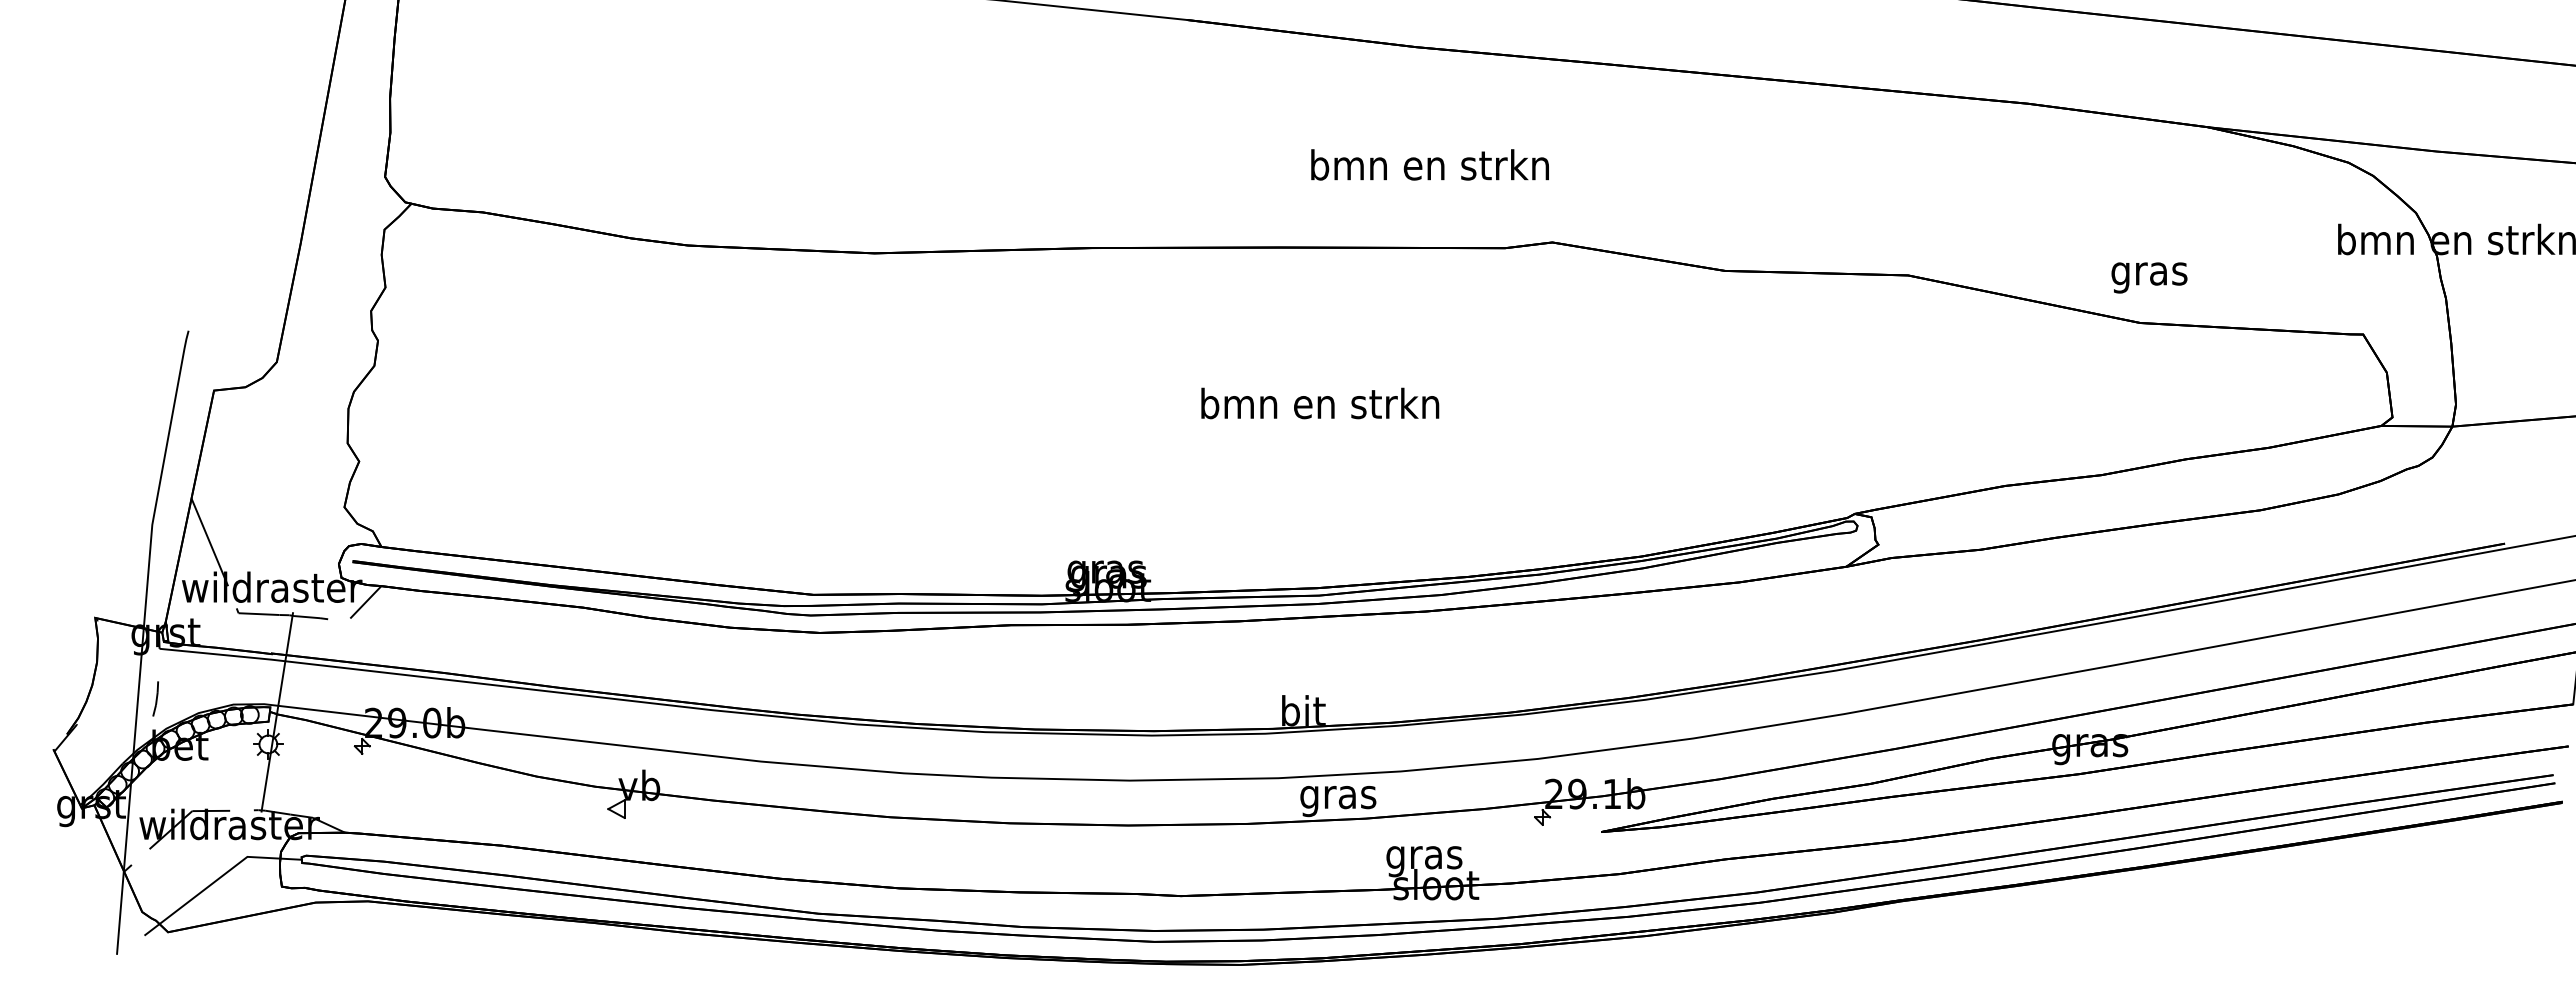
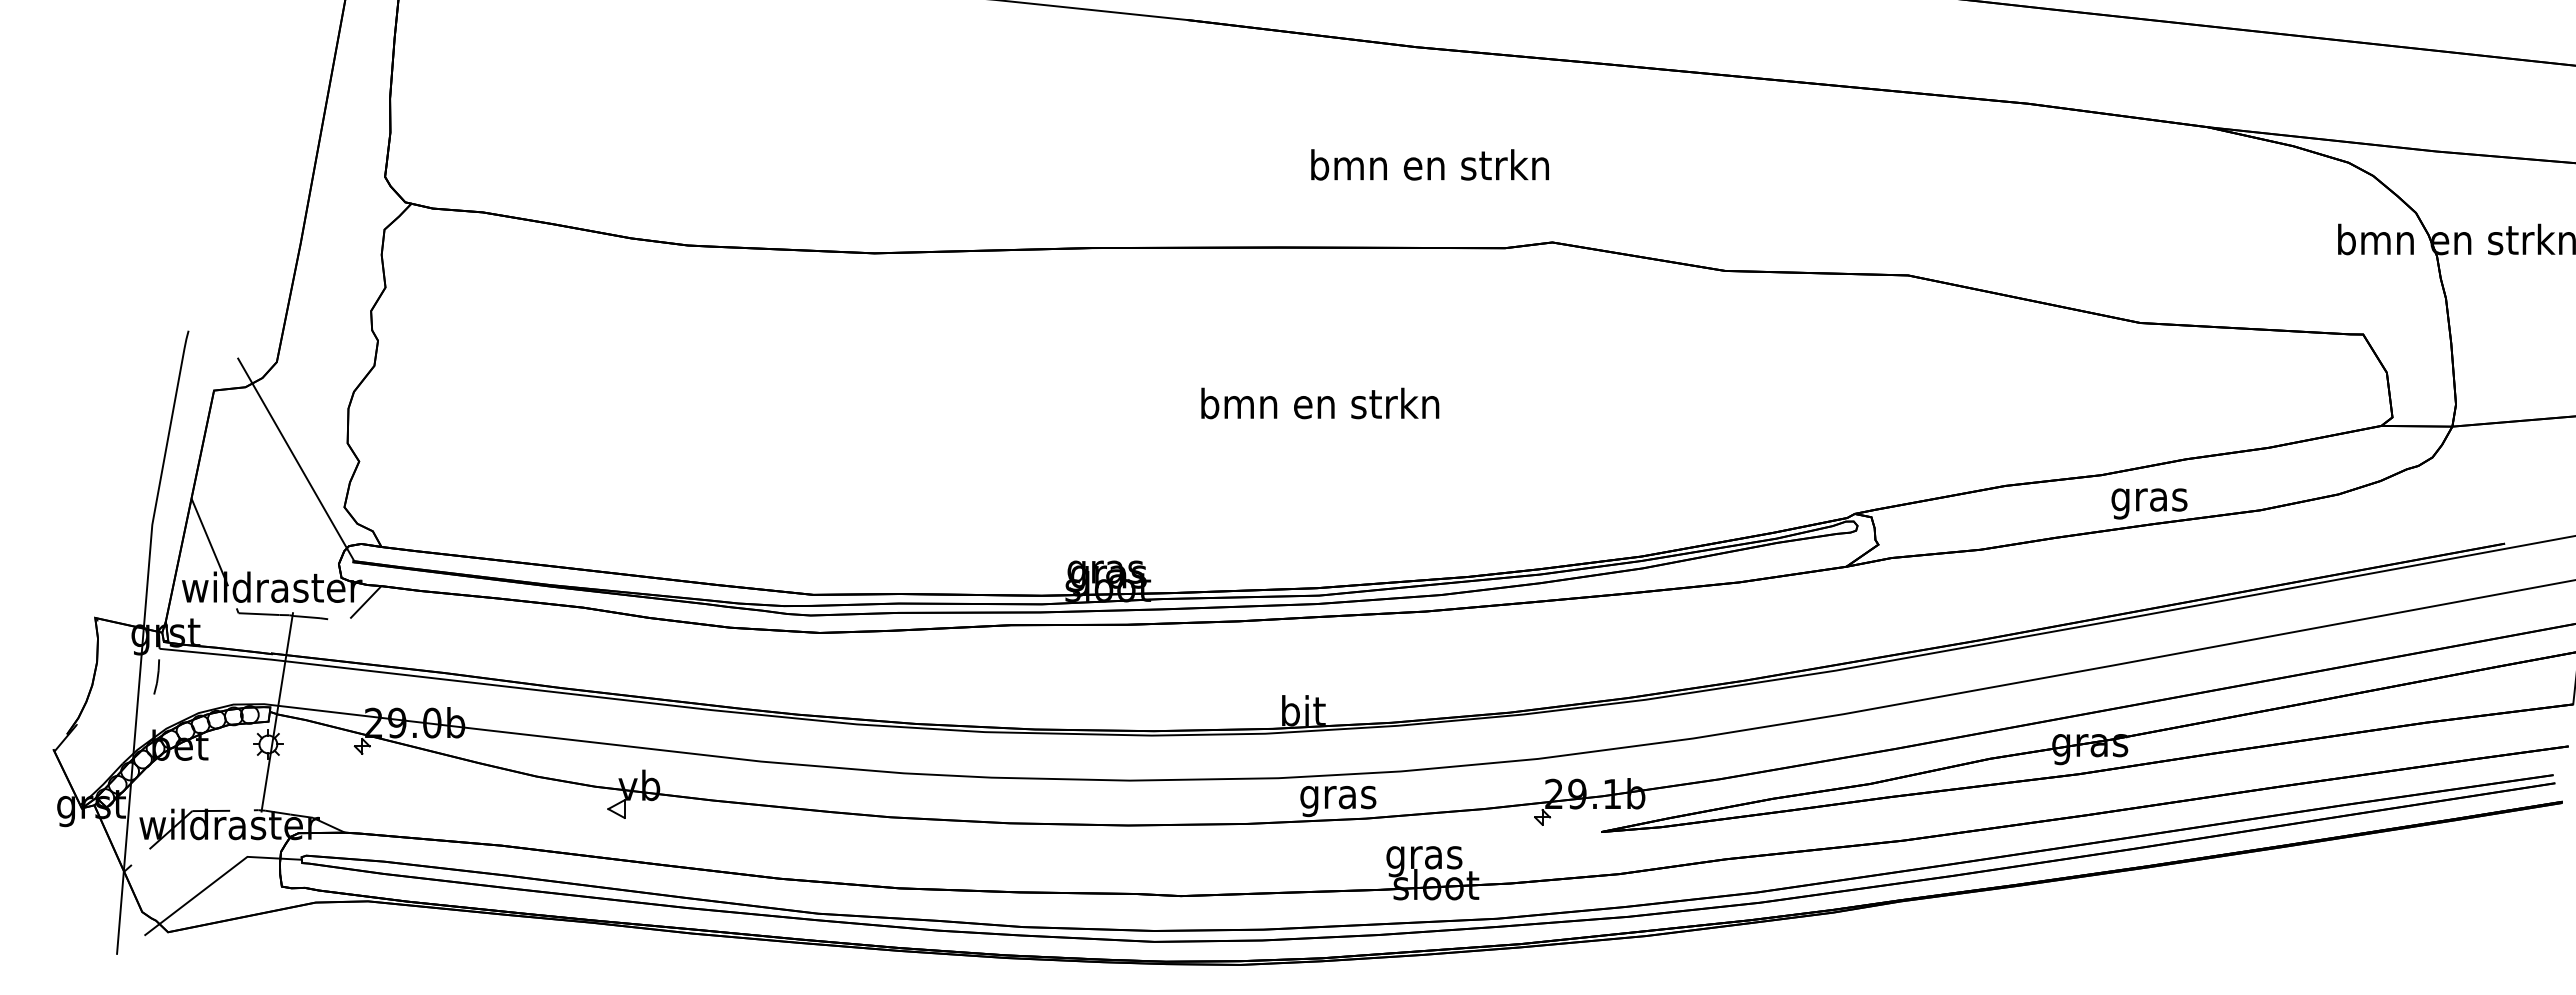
text at (2149, 277) position: (2149, 277) -> (2149, 503)
line at (296, 460): none -> present
curve at (156, 698) position: (156, 698) -> (157, 676)
